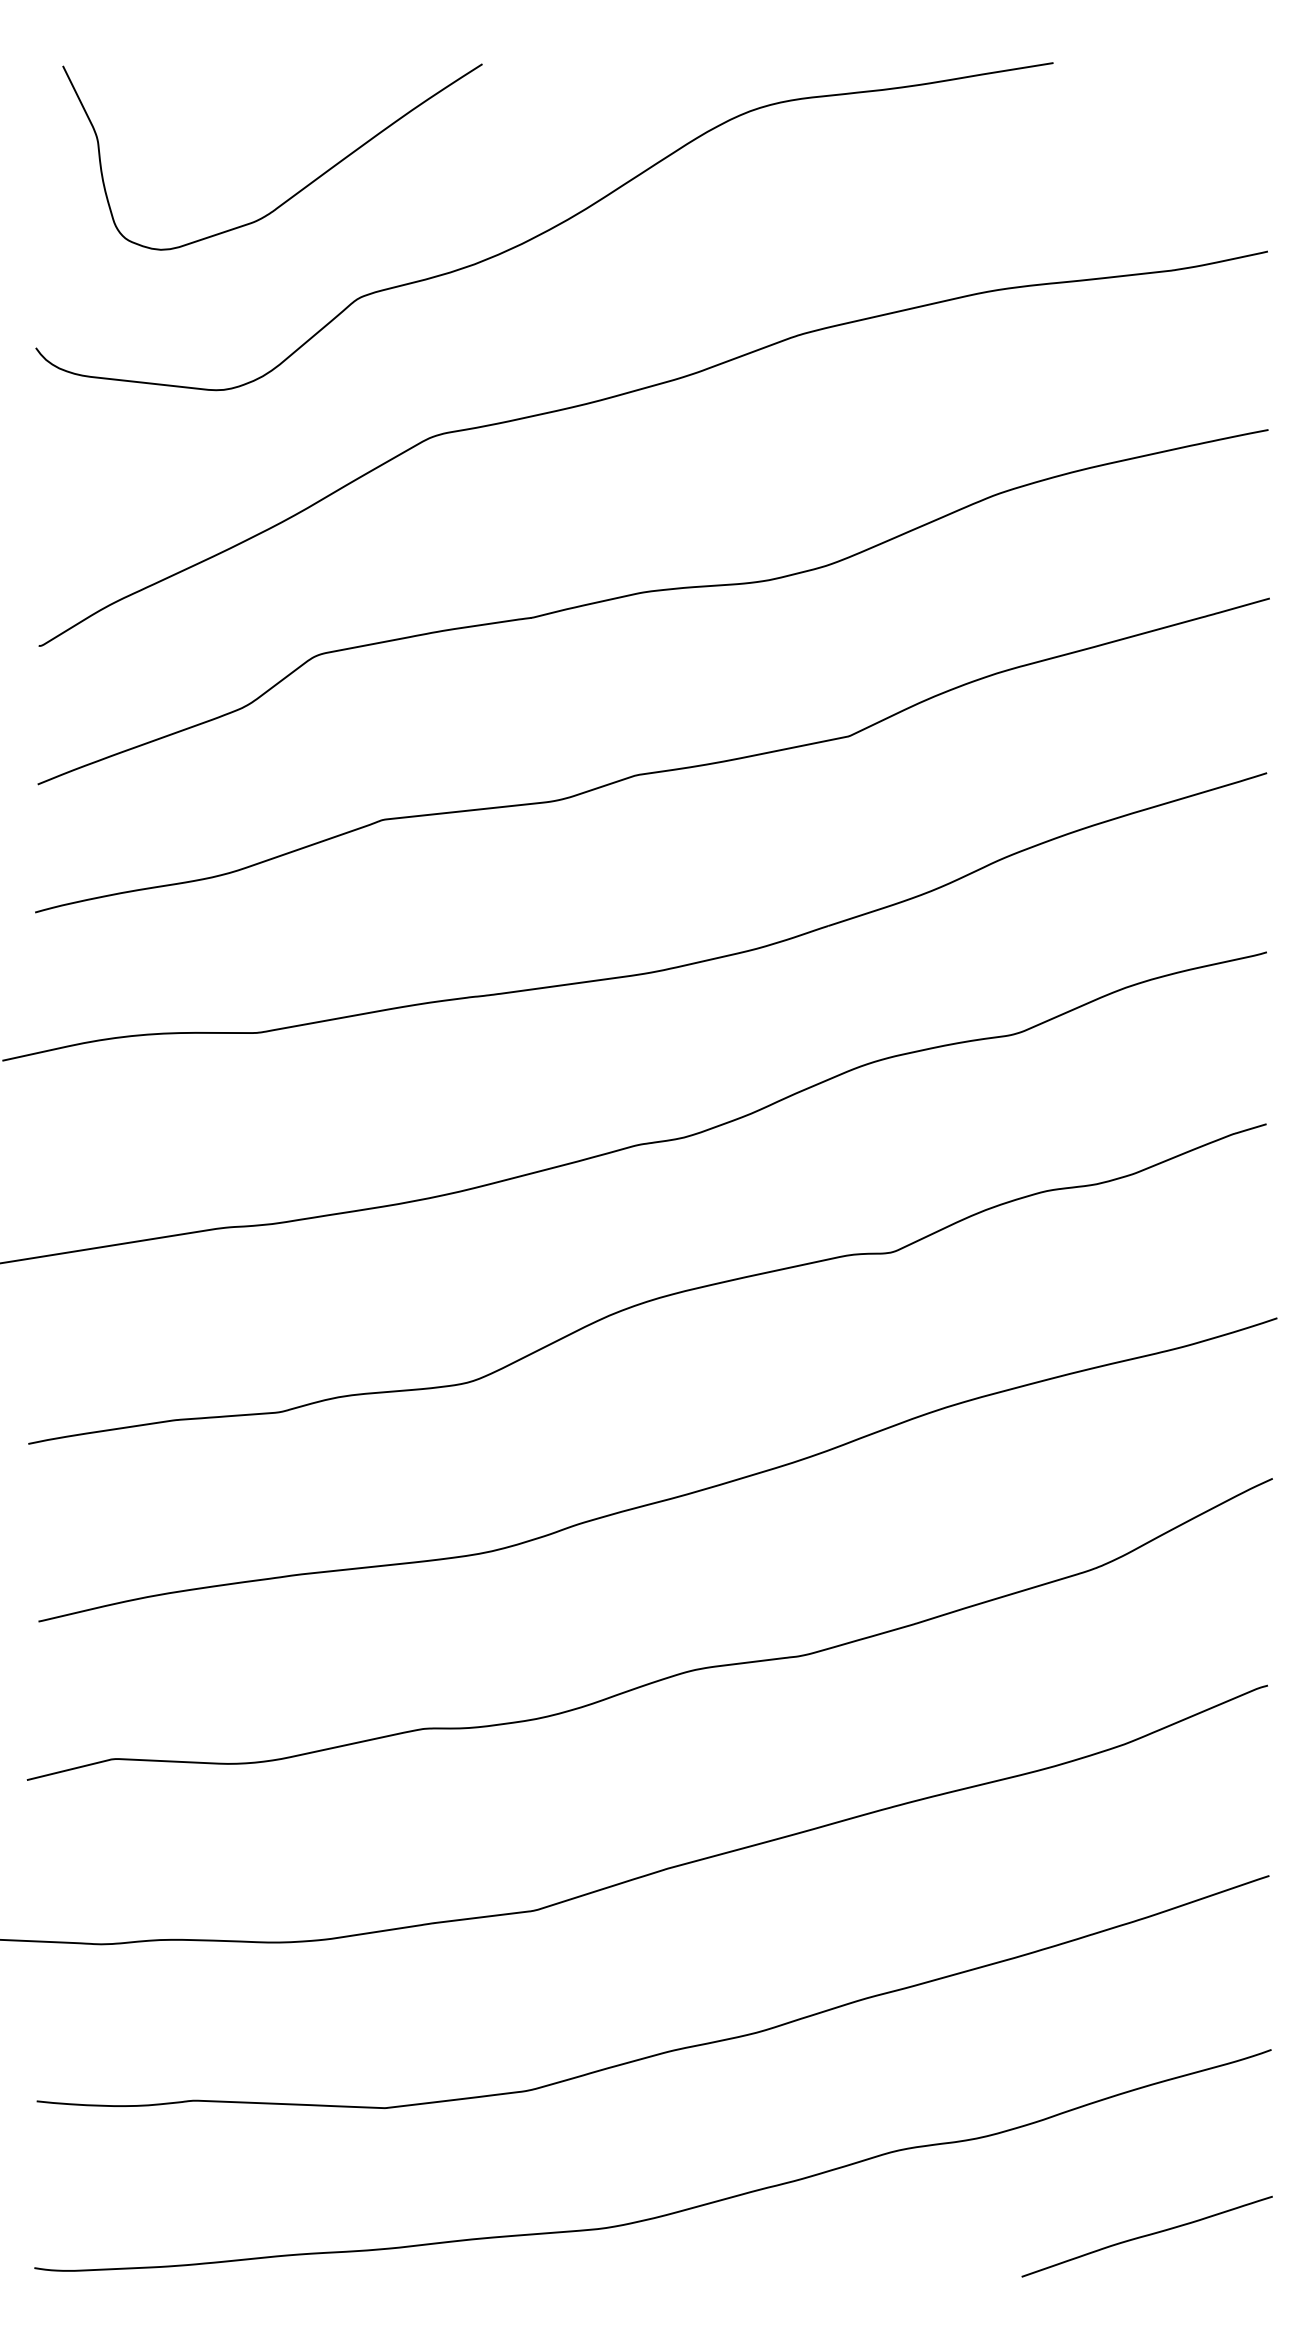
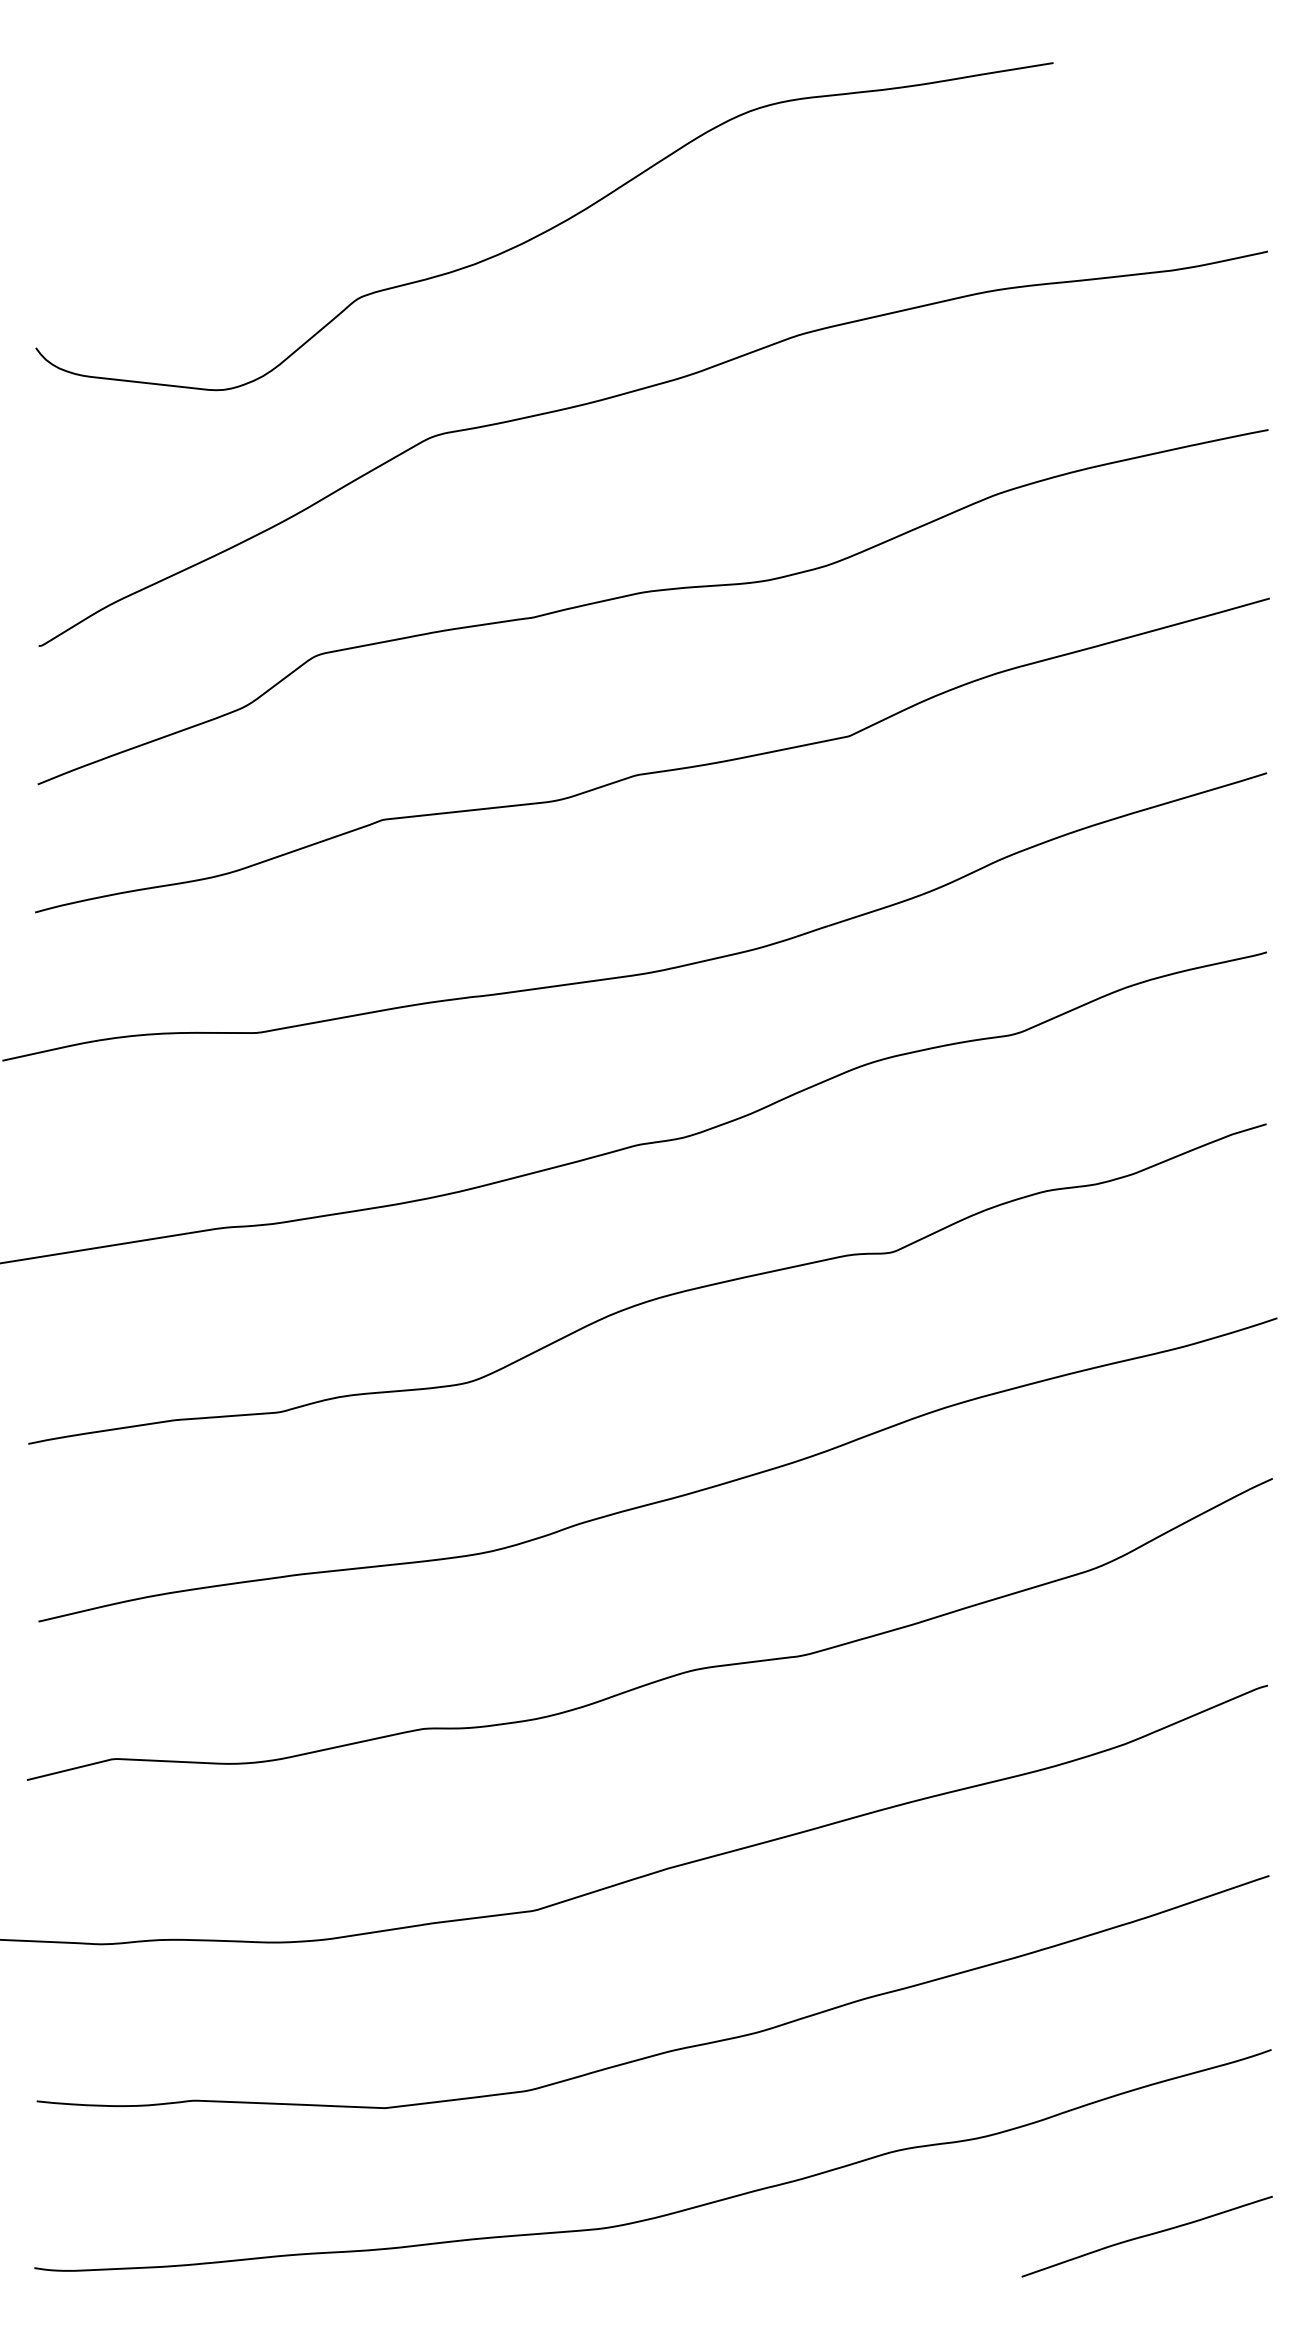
curve at (296, 192): present -> none
